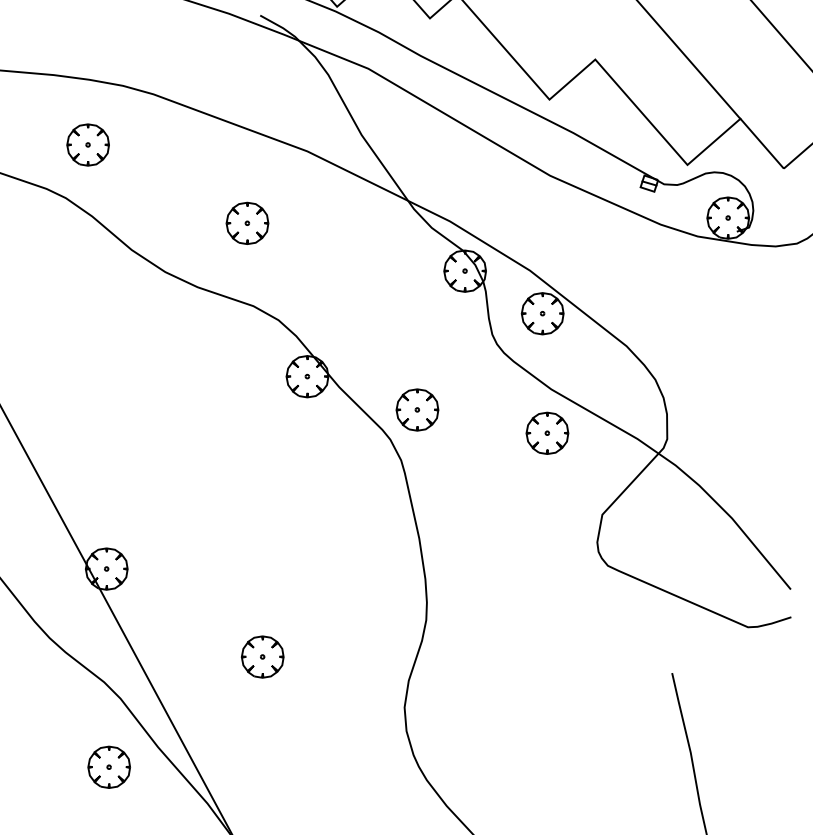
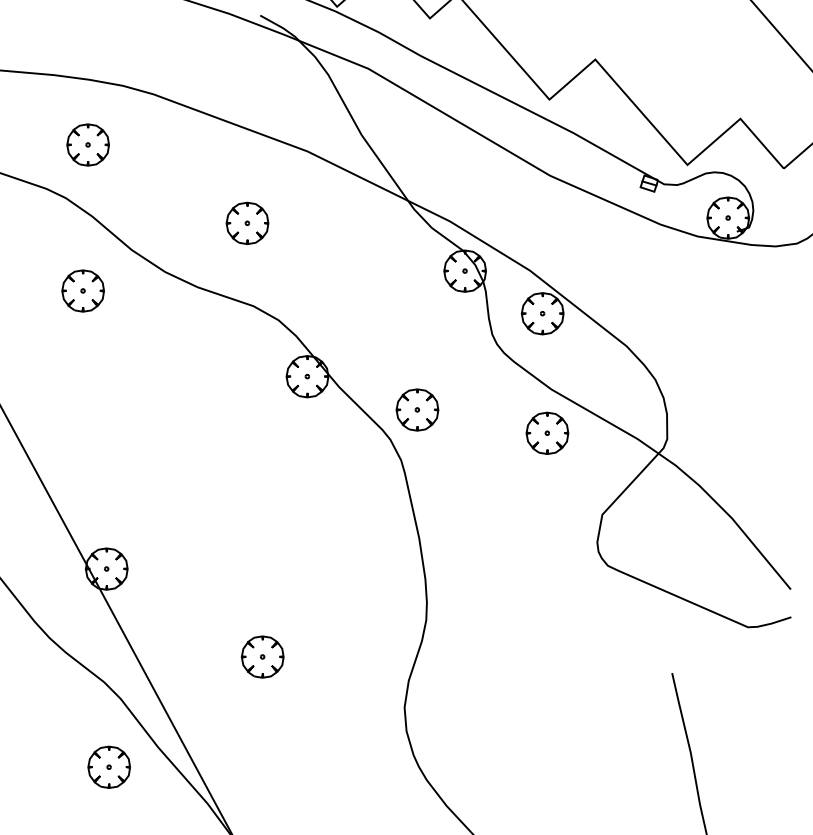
line at (689, 60): present -> none
part at (82, 290): none -> present
